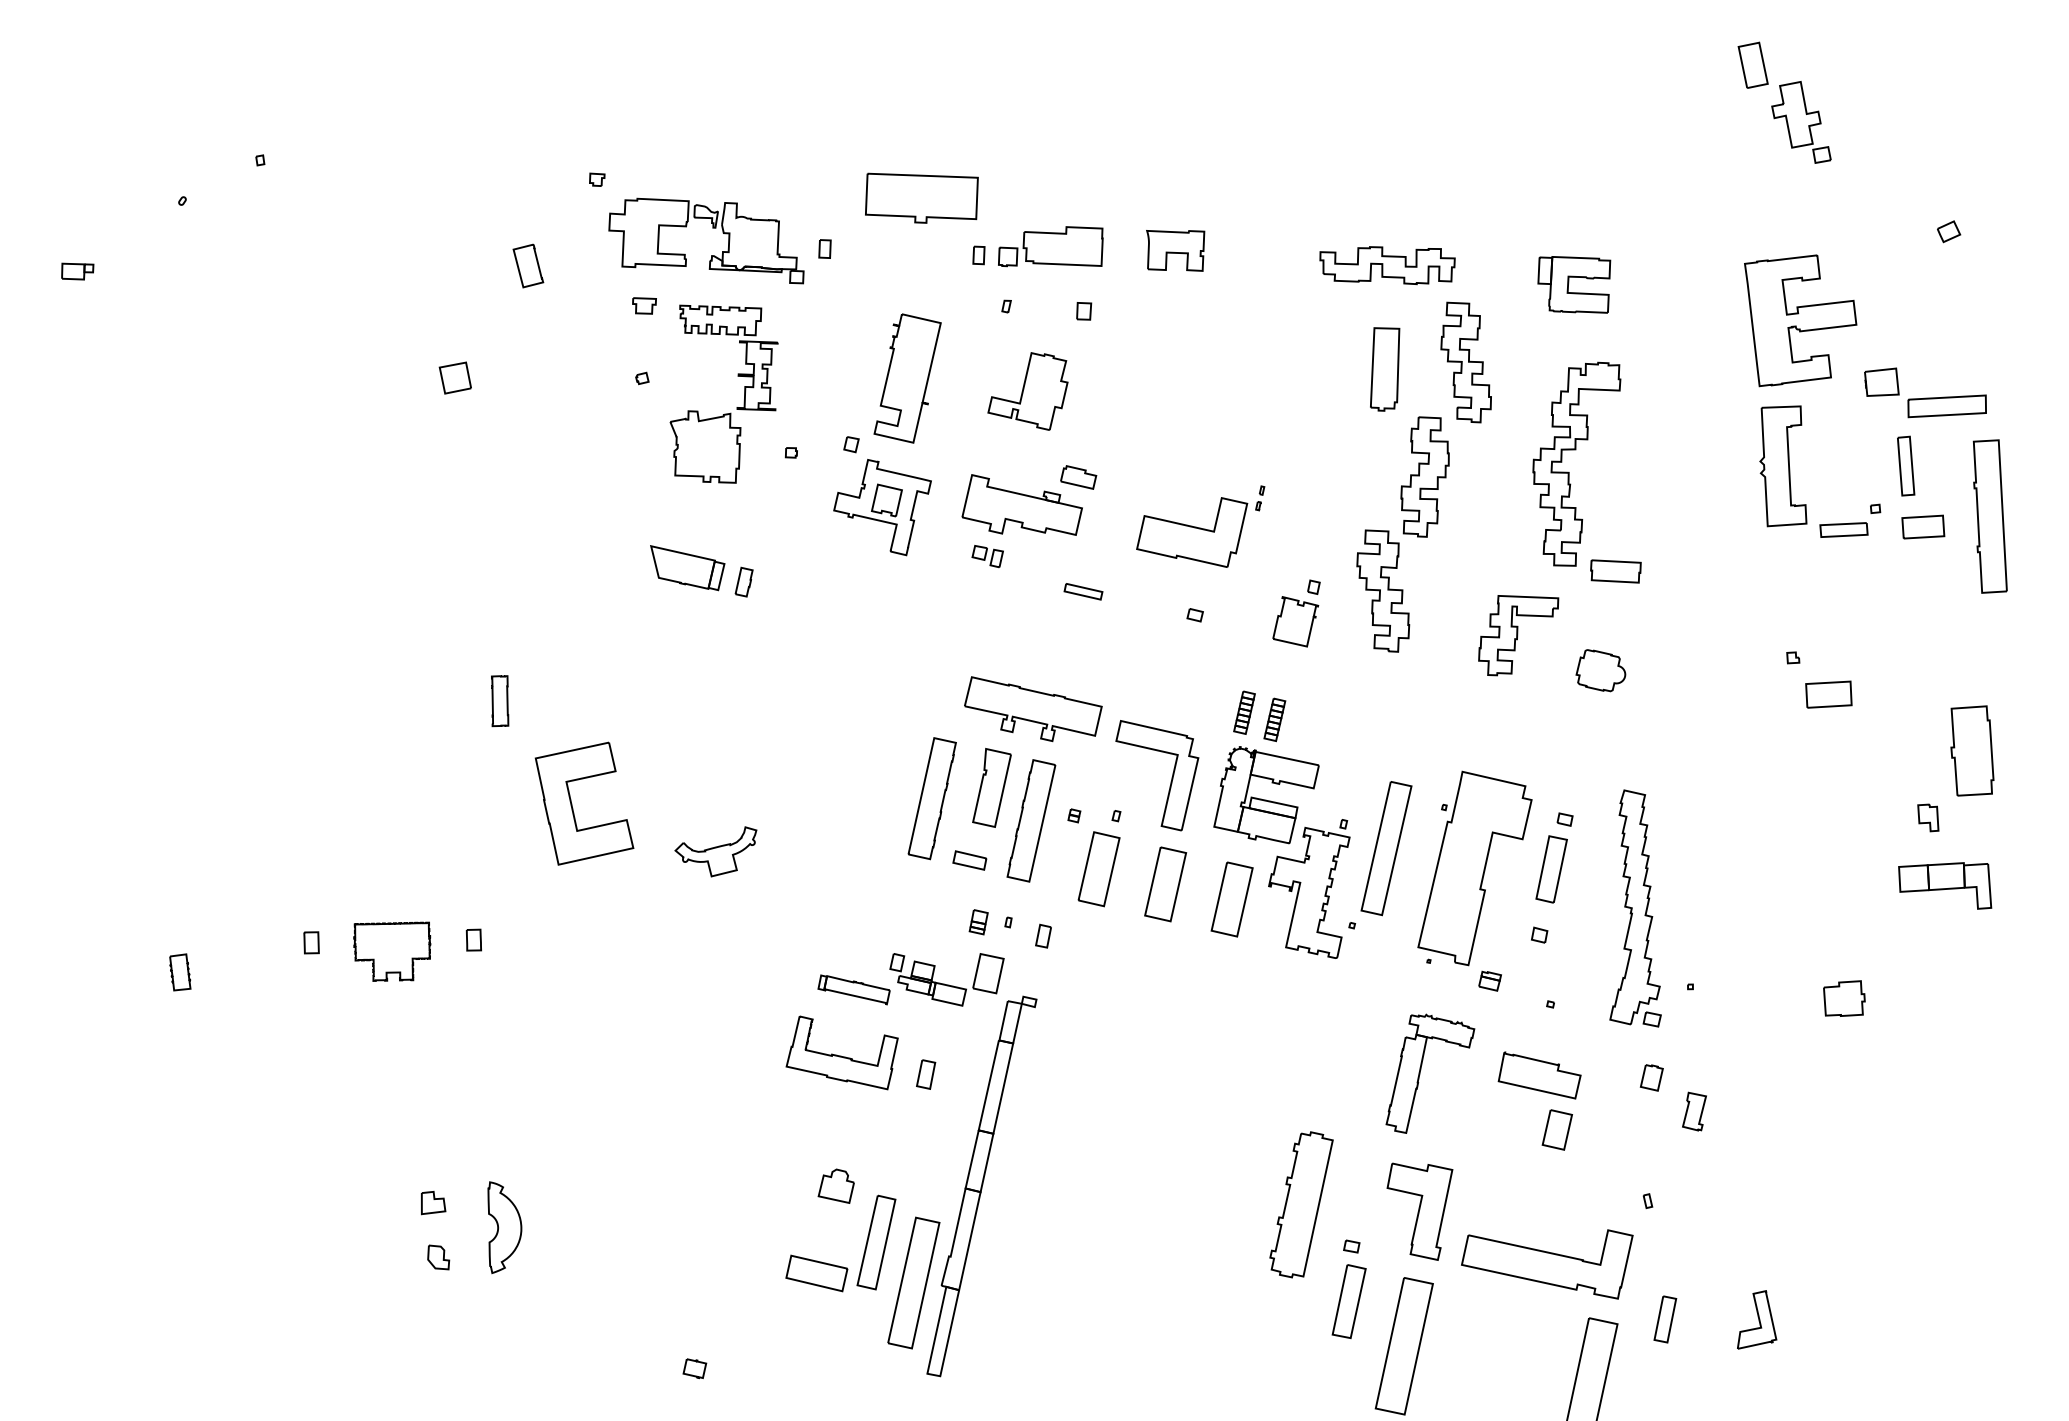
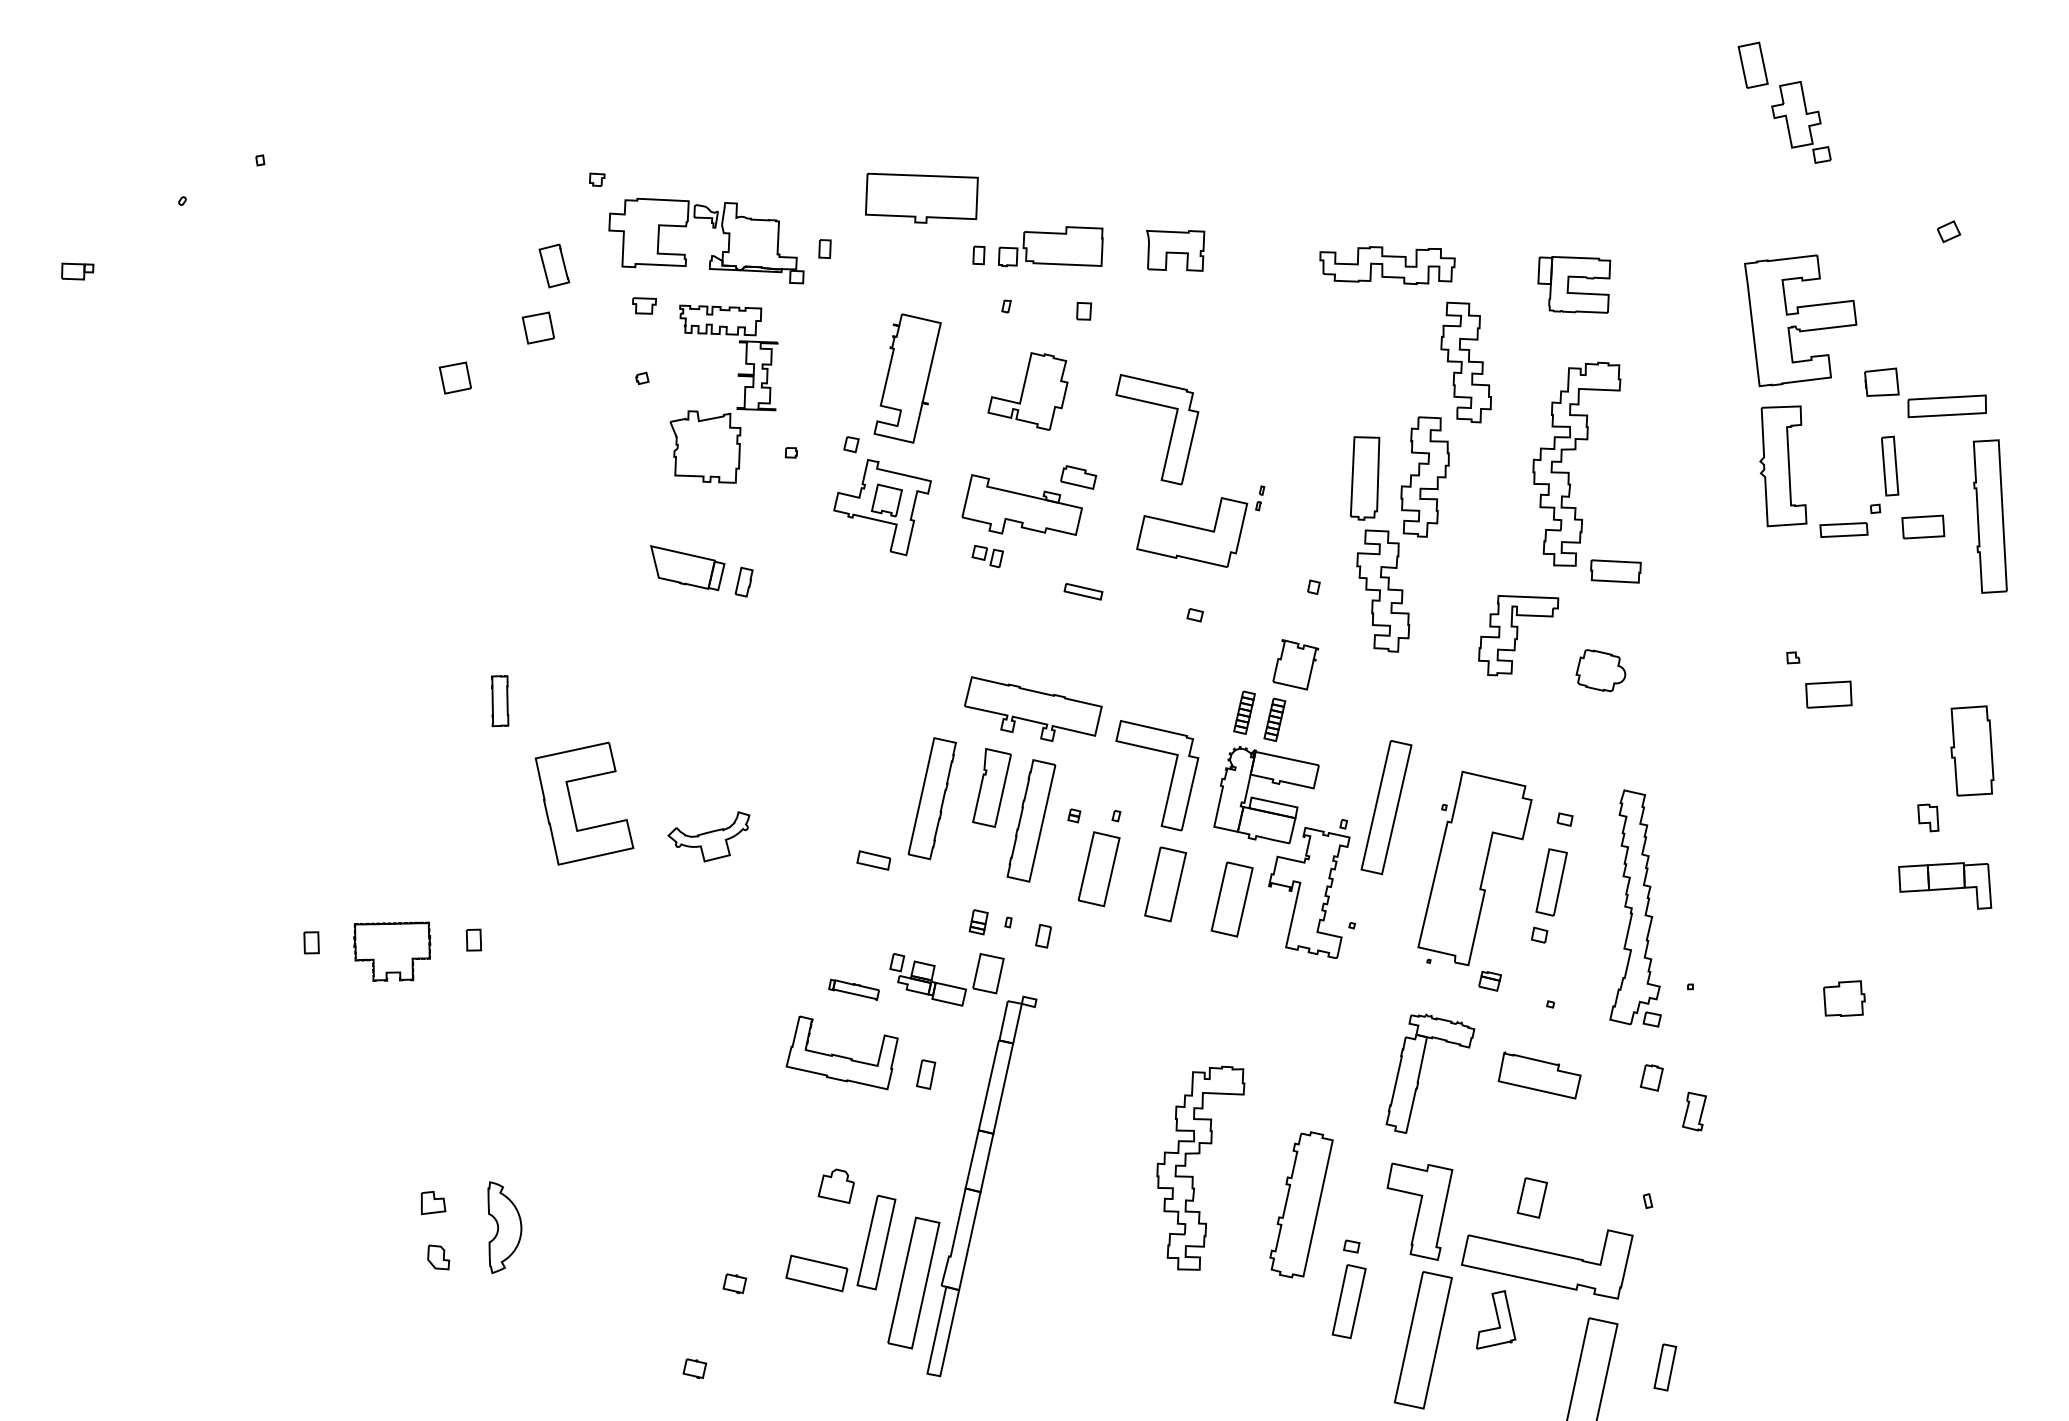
part at (528, 265) position: (528, 265) -> (554, 265)
part at (537, 327): none -> present
part at (1385, 369) position: (1385, 369) -> (1365, 478)
part at (1171, 431): none -> present
part at (1906, 465) position: (1906, 465) -> (1890, 465)
part at (1295, 621) position: (1295, 621) -> (1295, 664)
part at (1386, 848) position: (1386, 848) -> (1386, 807)
part at (715, 851) position: (715, 851) -> (708, 836)
part at (969, 860) position: (969, 860) -> (873, 860)
part at (1551, 869) position: (1551, 869) -> (1551, 882)
part at (180, 972): present -> none
part at (853, 989) size: 74x32 px -> 52x23 px
part at (1556, 1129) position: (1556, 1129) -> (1531, 1197)
part at (1192, 1175): none -> present
part at (734, 1283): none -> present
part at (1665, 1319) position: (1665, 1319) -> (1665, 1367)
part at (1757, 1319) position: (1757, 1319) -> (1496, 1319)
part at (1403, 1346) position: (1403, 1346) -> (1422, 1340)
